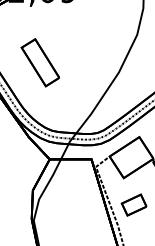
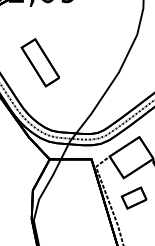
part at (133, 204) position: (133, 204) -> (133, 197)
